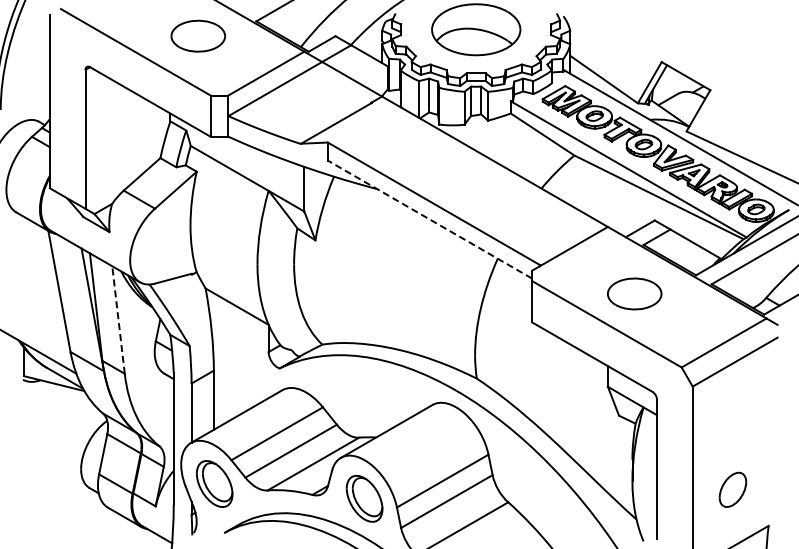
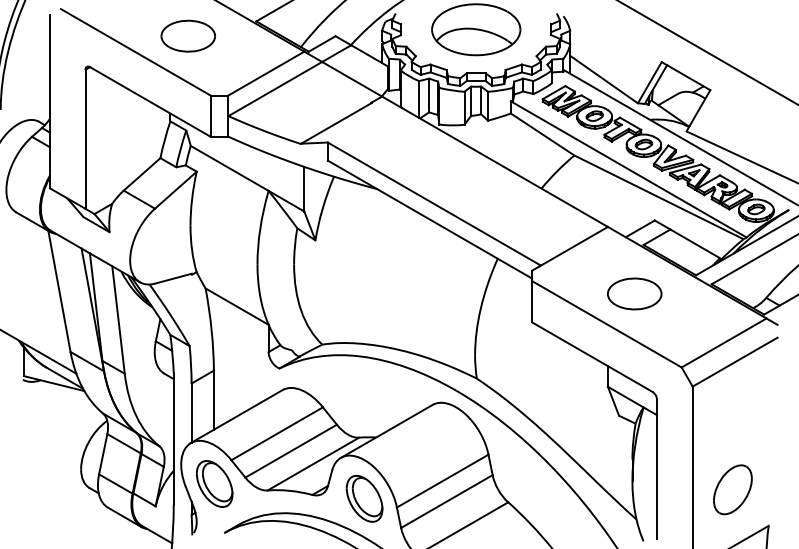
part at (197, 35) position: (197, 35) -> (187, 35)
line at (707, 52): none -> present
line at (429, 219): dashed -> solid
line at (118, 319): dashed -> solid
part at (732, 489) size: 30x37 px -> 40x52 px
